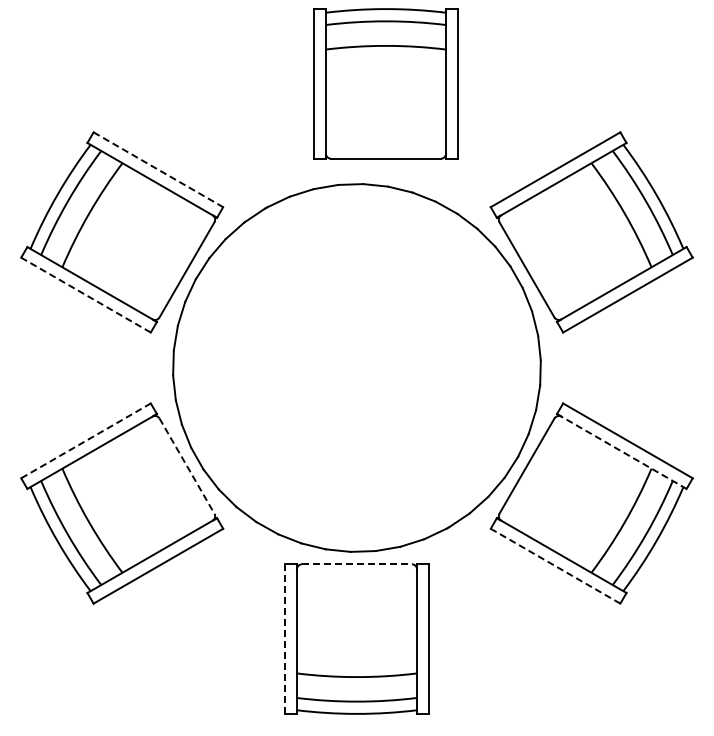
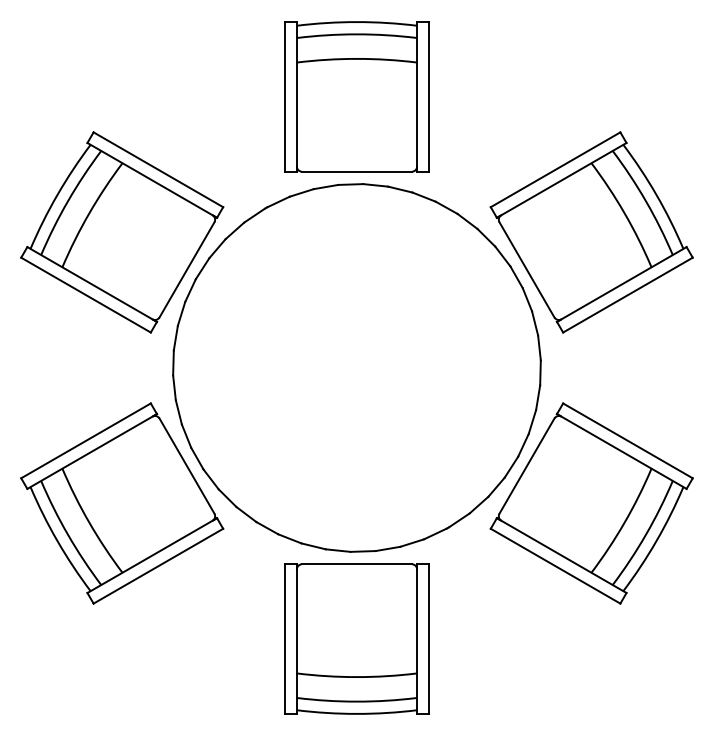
part at (385, 83) position: (385, 83) -> (356, 96)
line at (158, 169): dashed -> solid
line at (86, 295): dashed -> solid
line at (86, 440): dashed -> solid
line at (621, 451): dashed -> solid
line at (187, 466): dashed -> solid
line at (357, 564): dashed -> solid
line at (555, 566): dashed -> solid
line at (284, 639): dashed -> solid
